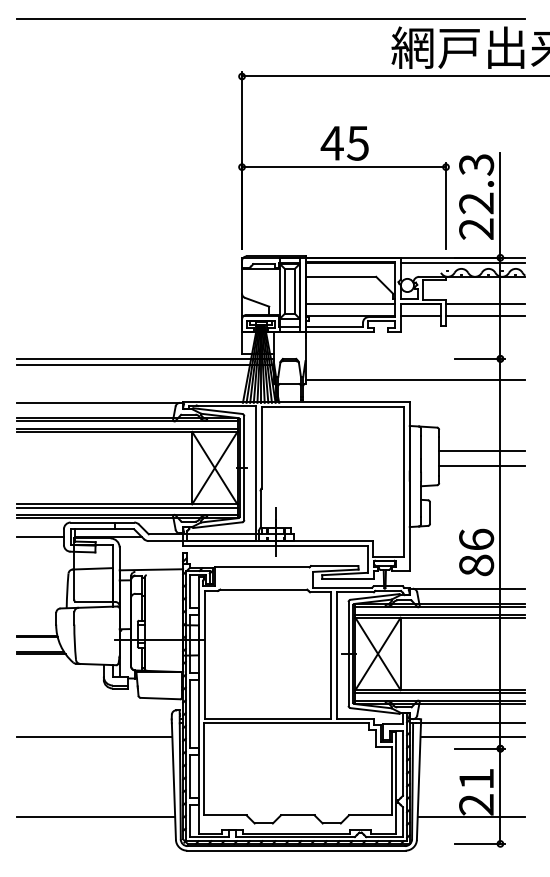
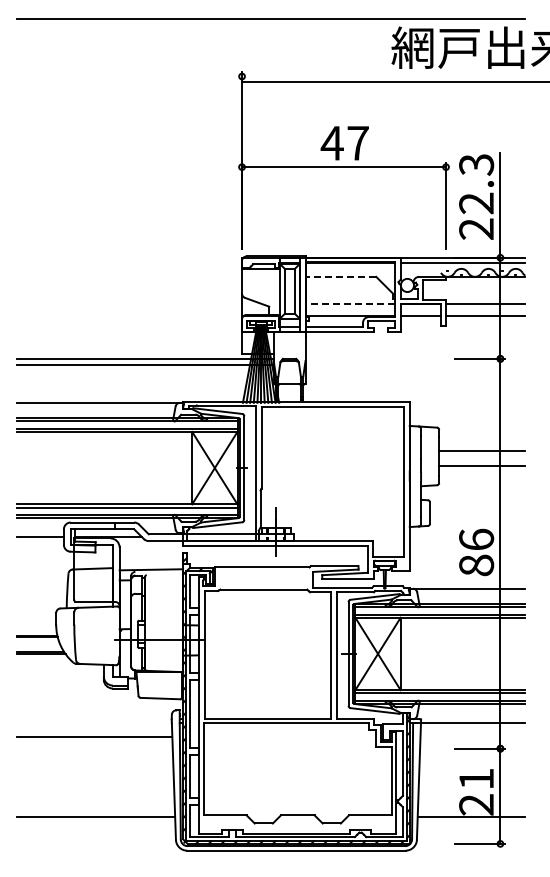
line at (394, 76) position: (394, 76) -> (394, 82)
text at (357, 143): 45 -> 47
line at (340, 276): solid -> dashed
line at (350, 303): solid -> dashed
line at (415, 380): present -> none
line at (472, 737): present -> none
